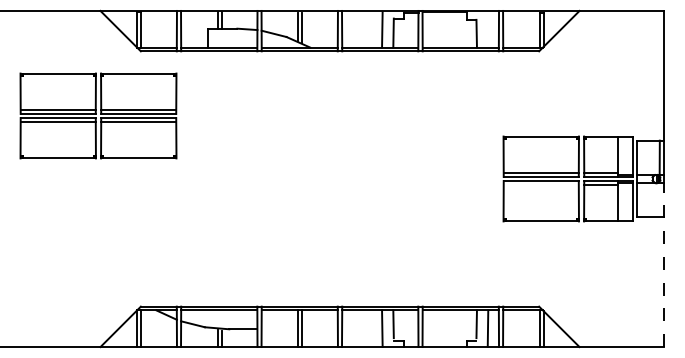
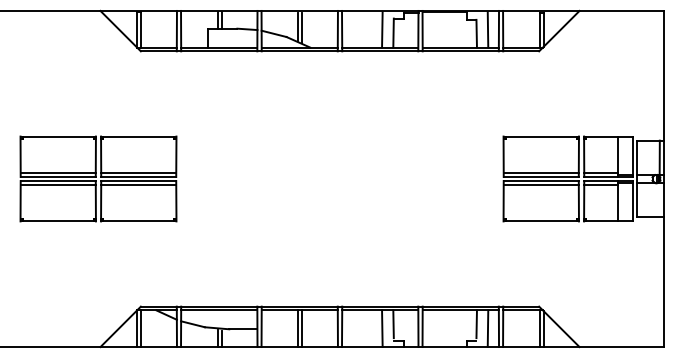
line at (487, 29): none -> present
part at (98, 115) position: (98, 115) -> (98, 178)
line at (540, 185): none -> present
line at (664, 264): dashed -> solid
